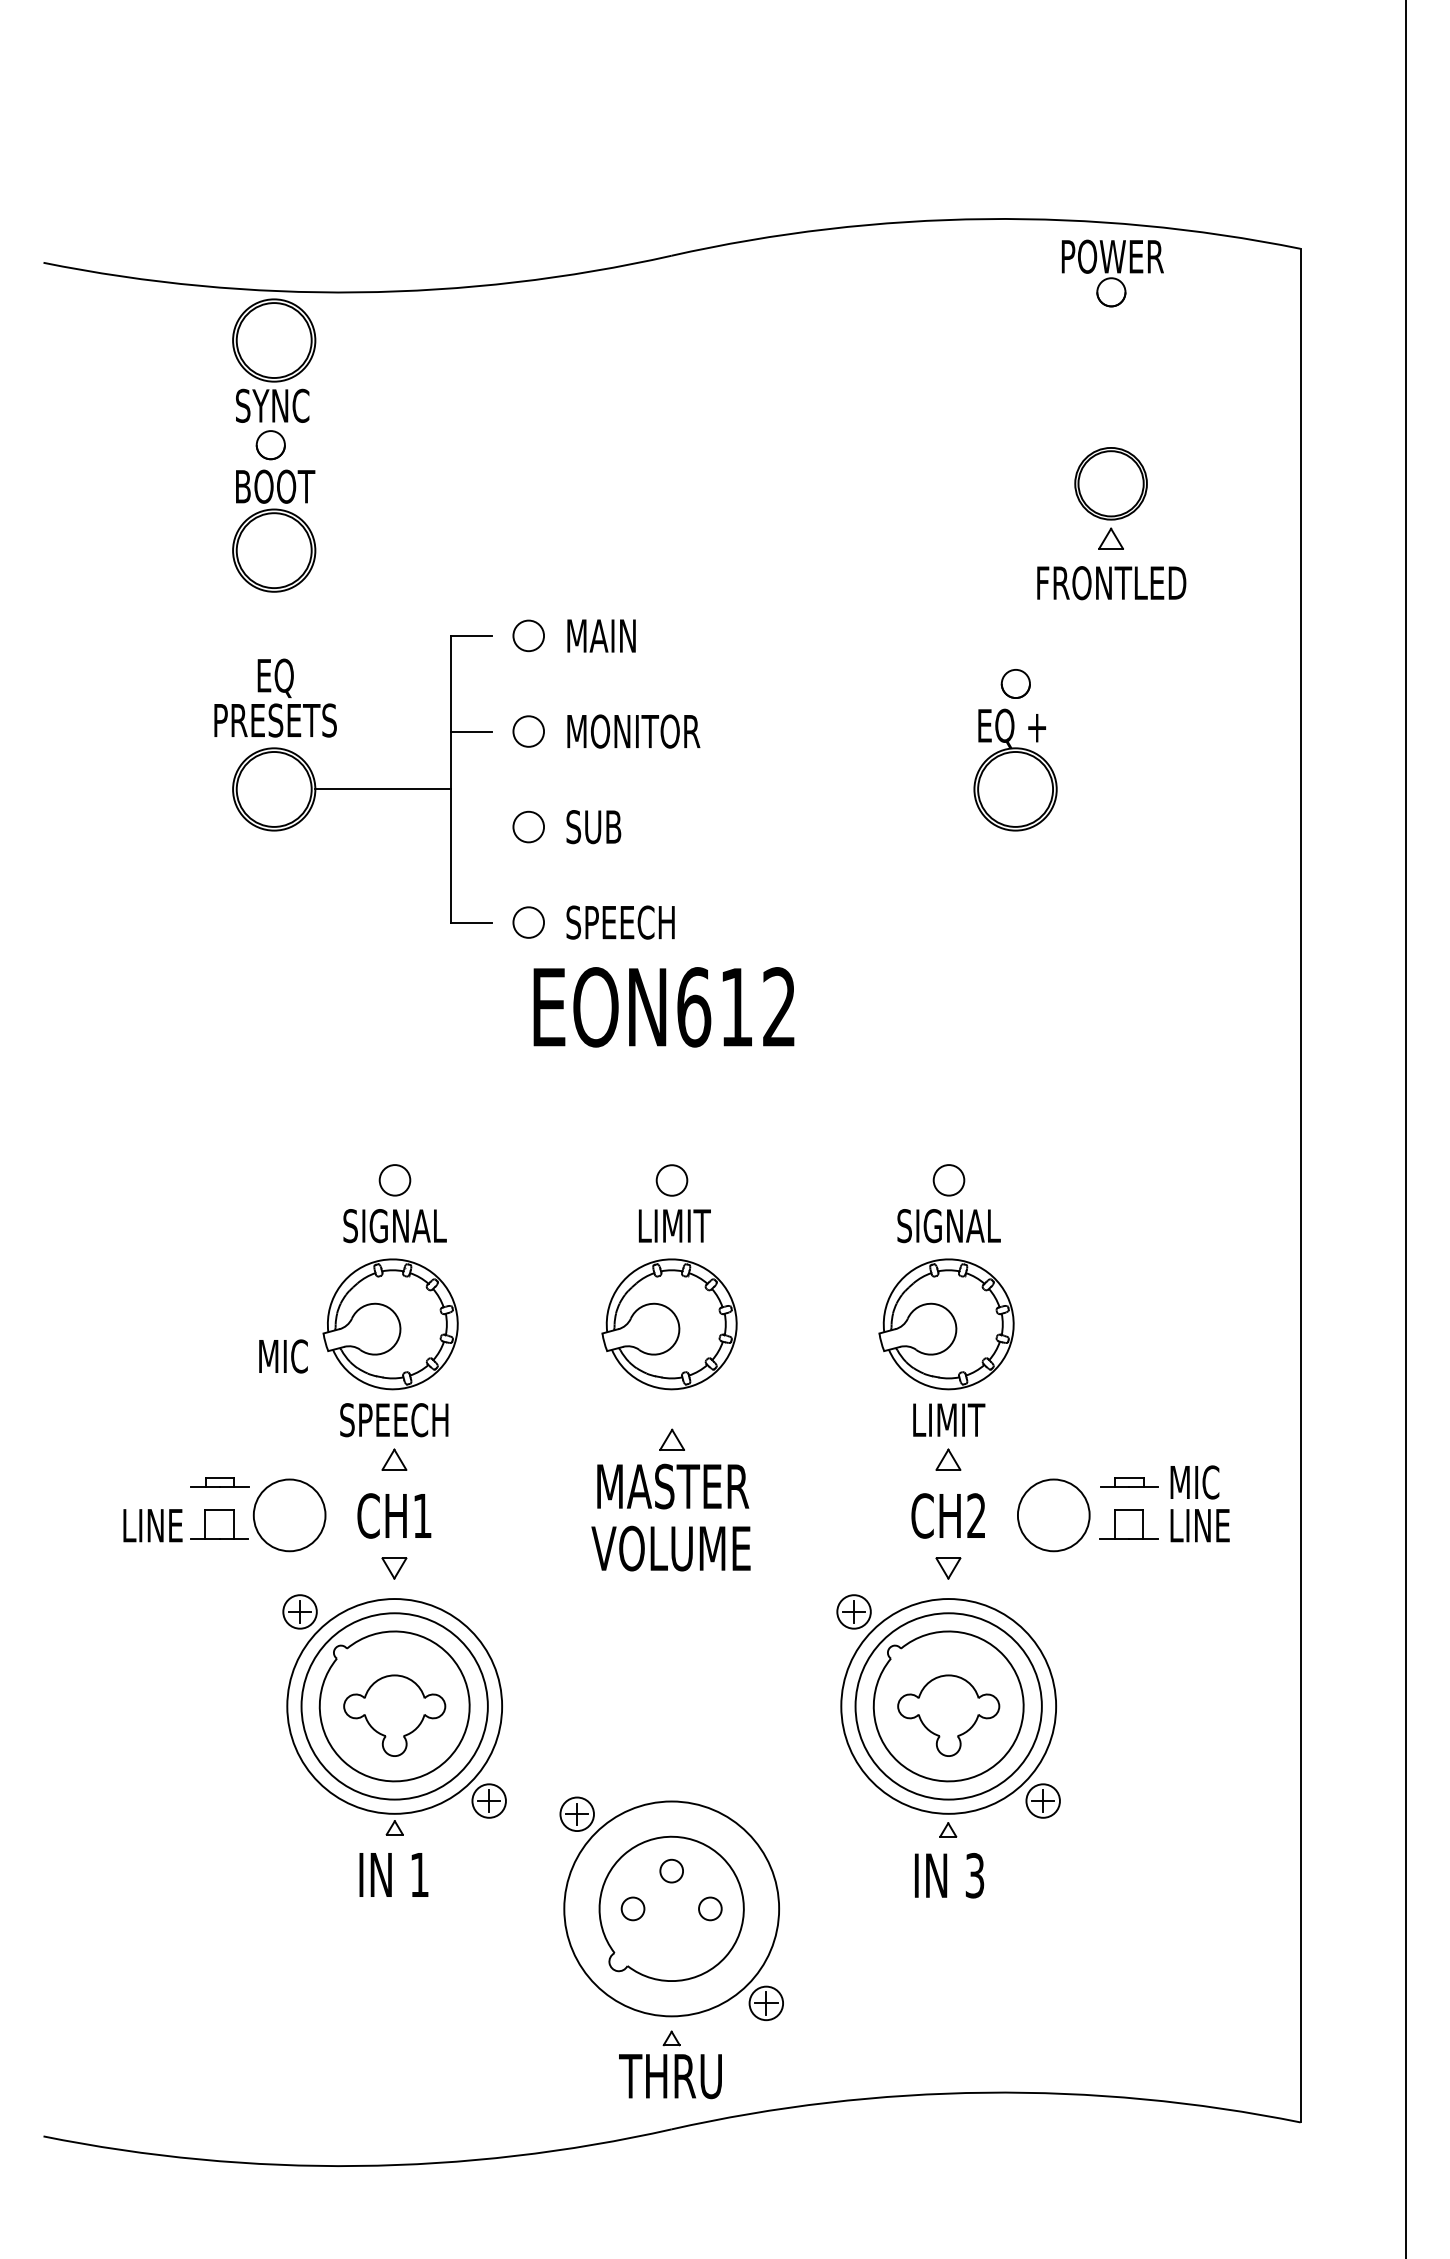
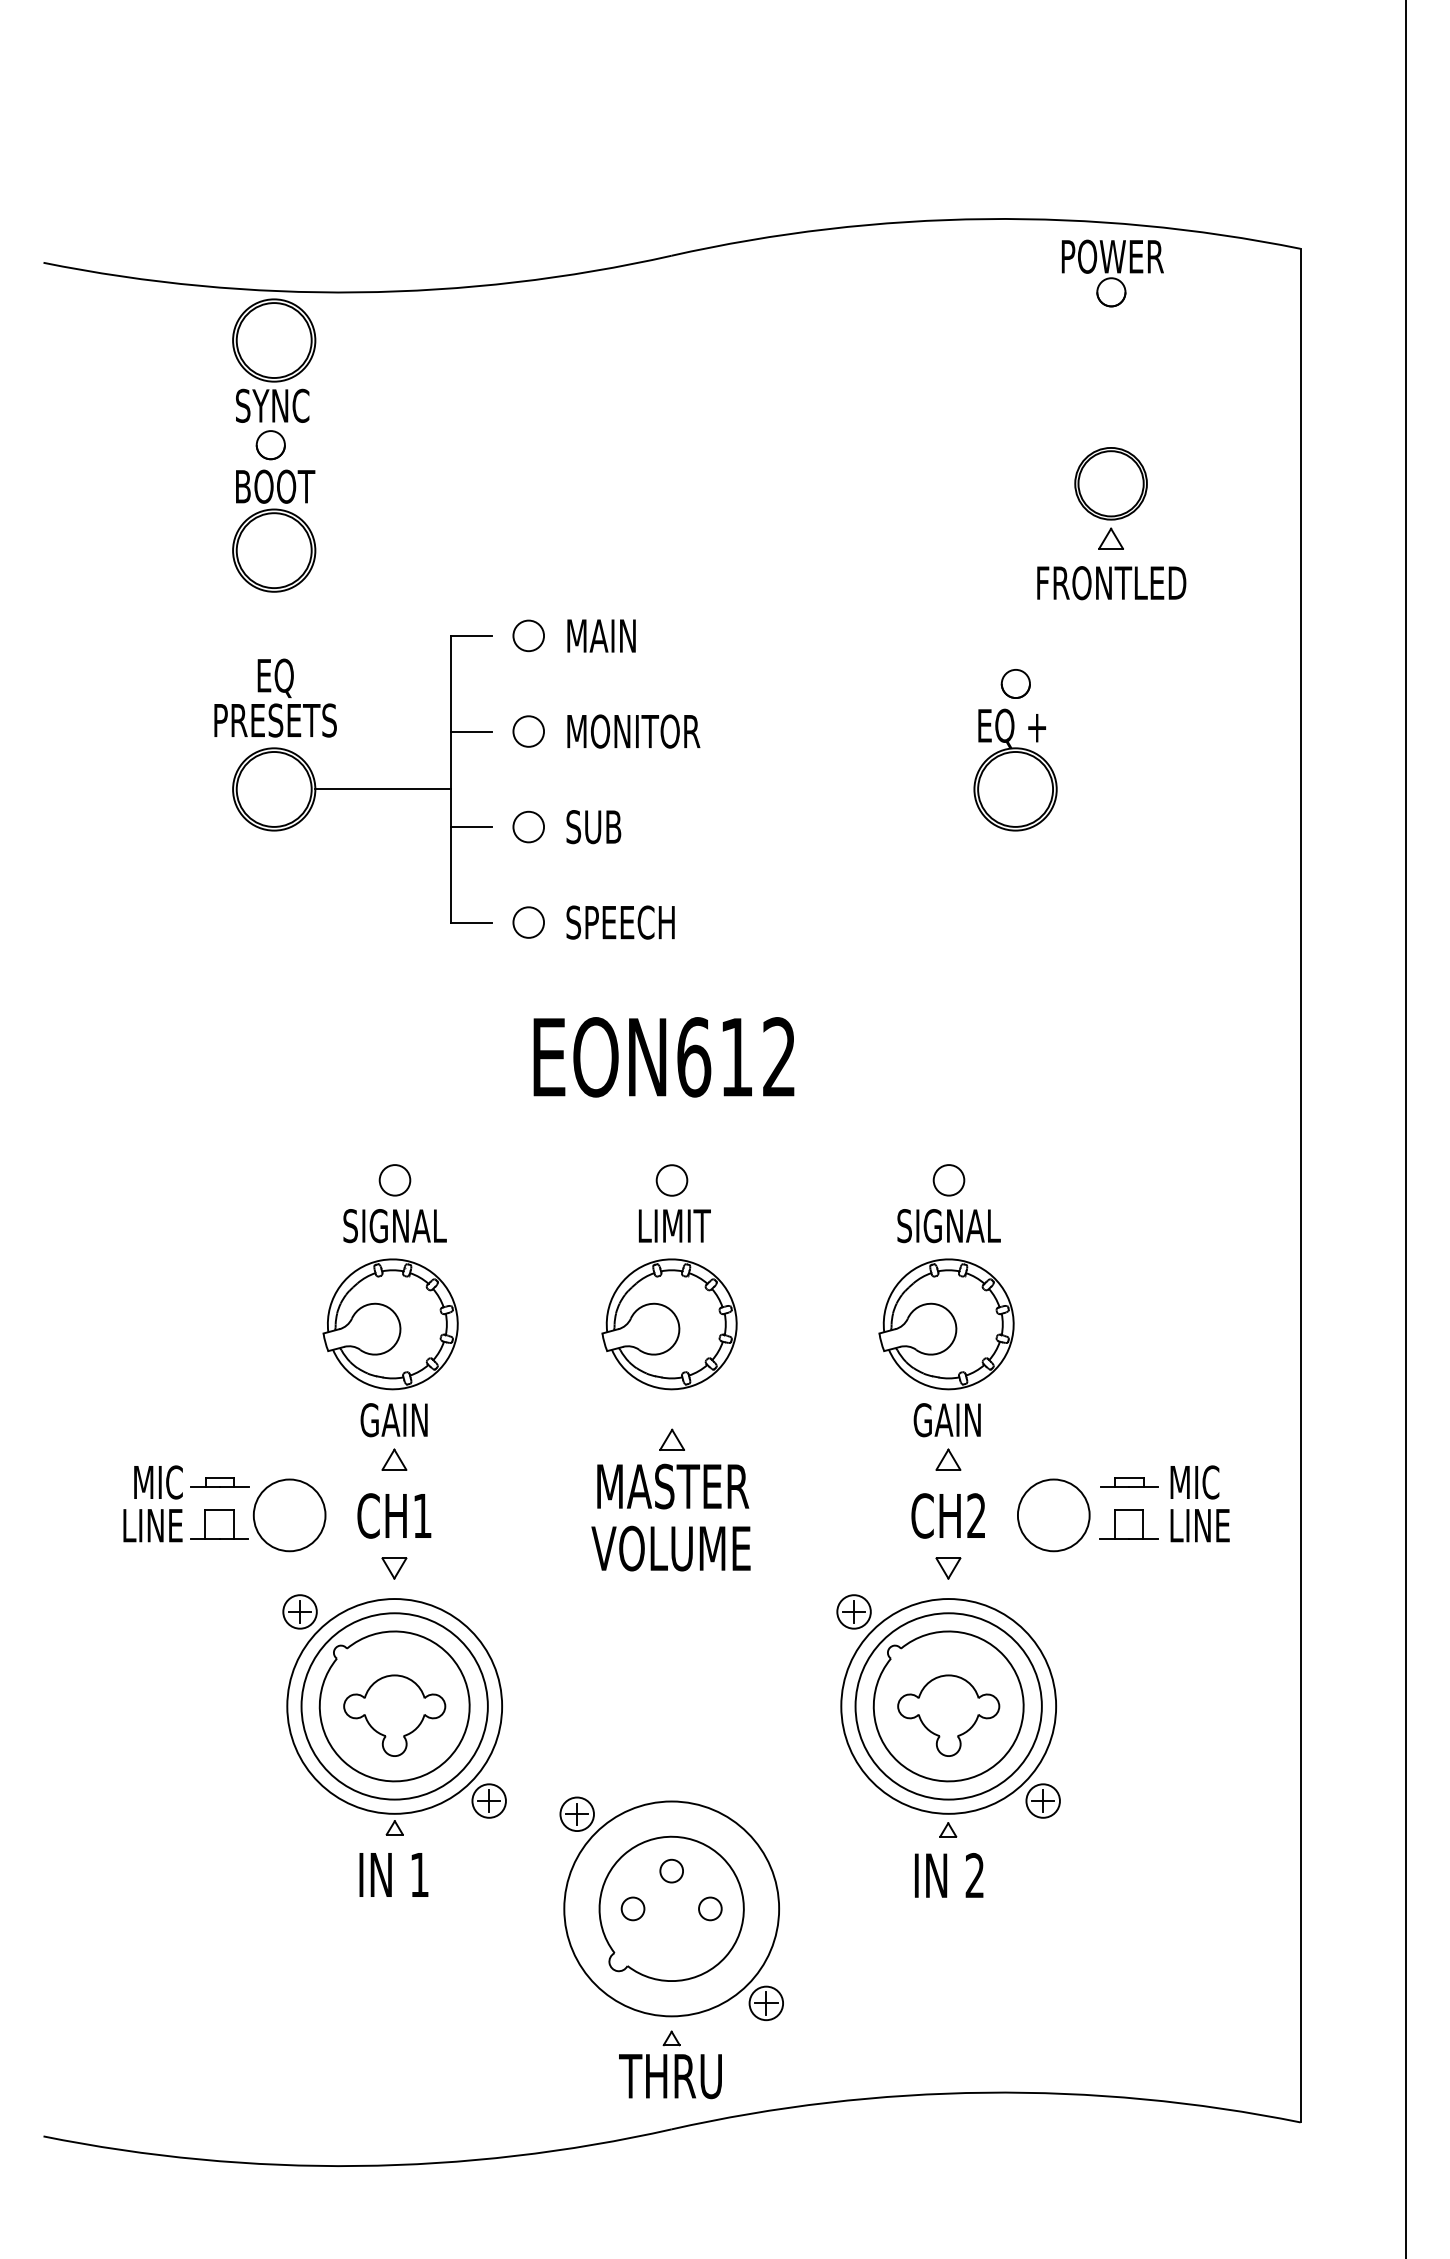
line at (471, 827): none -> present
text at (663, 1007) position: (663, 1007) -> (663, 1057)
text at (283, 1356) position: (283, 1356) -> (158, 1482)
text at (394, 1420): SPEECH -> GAIN
text at (949, 1420): LIMIT -> GAIN
text at (974, 1875): 3 -> 2
